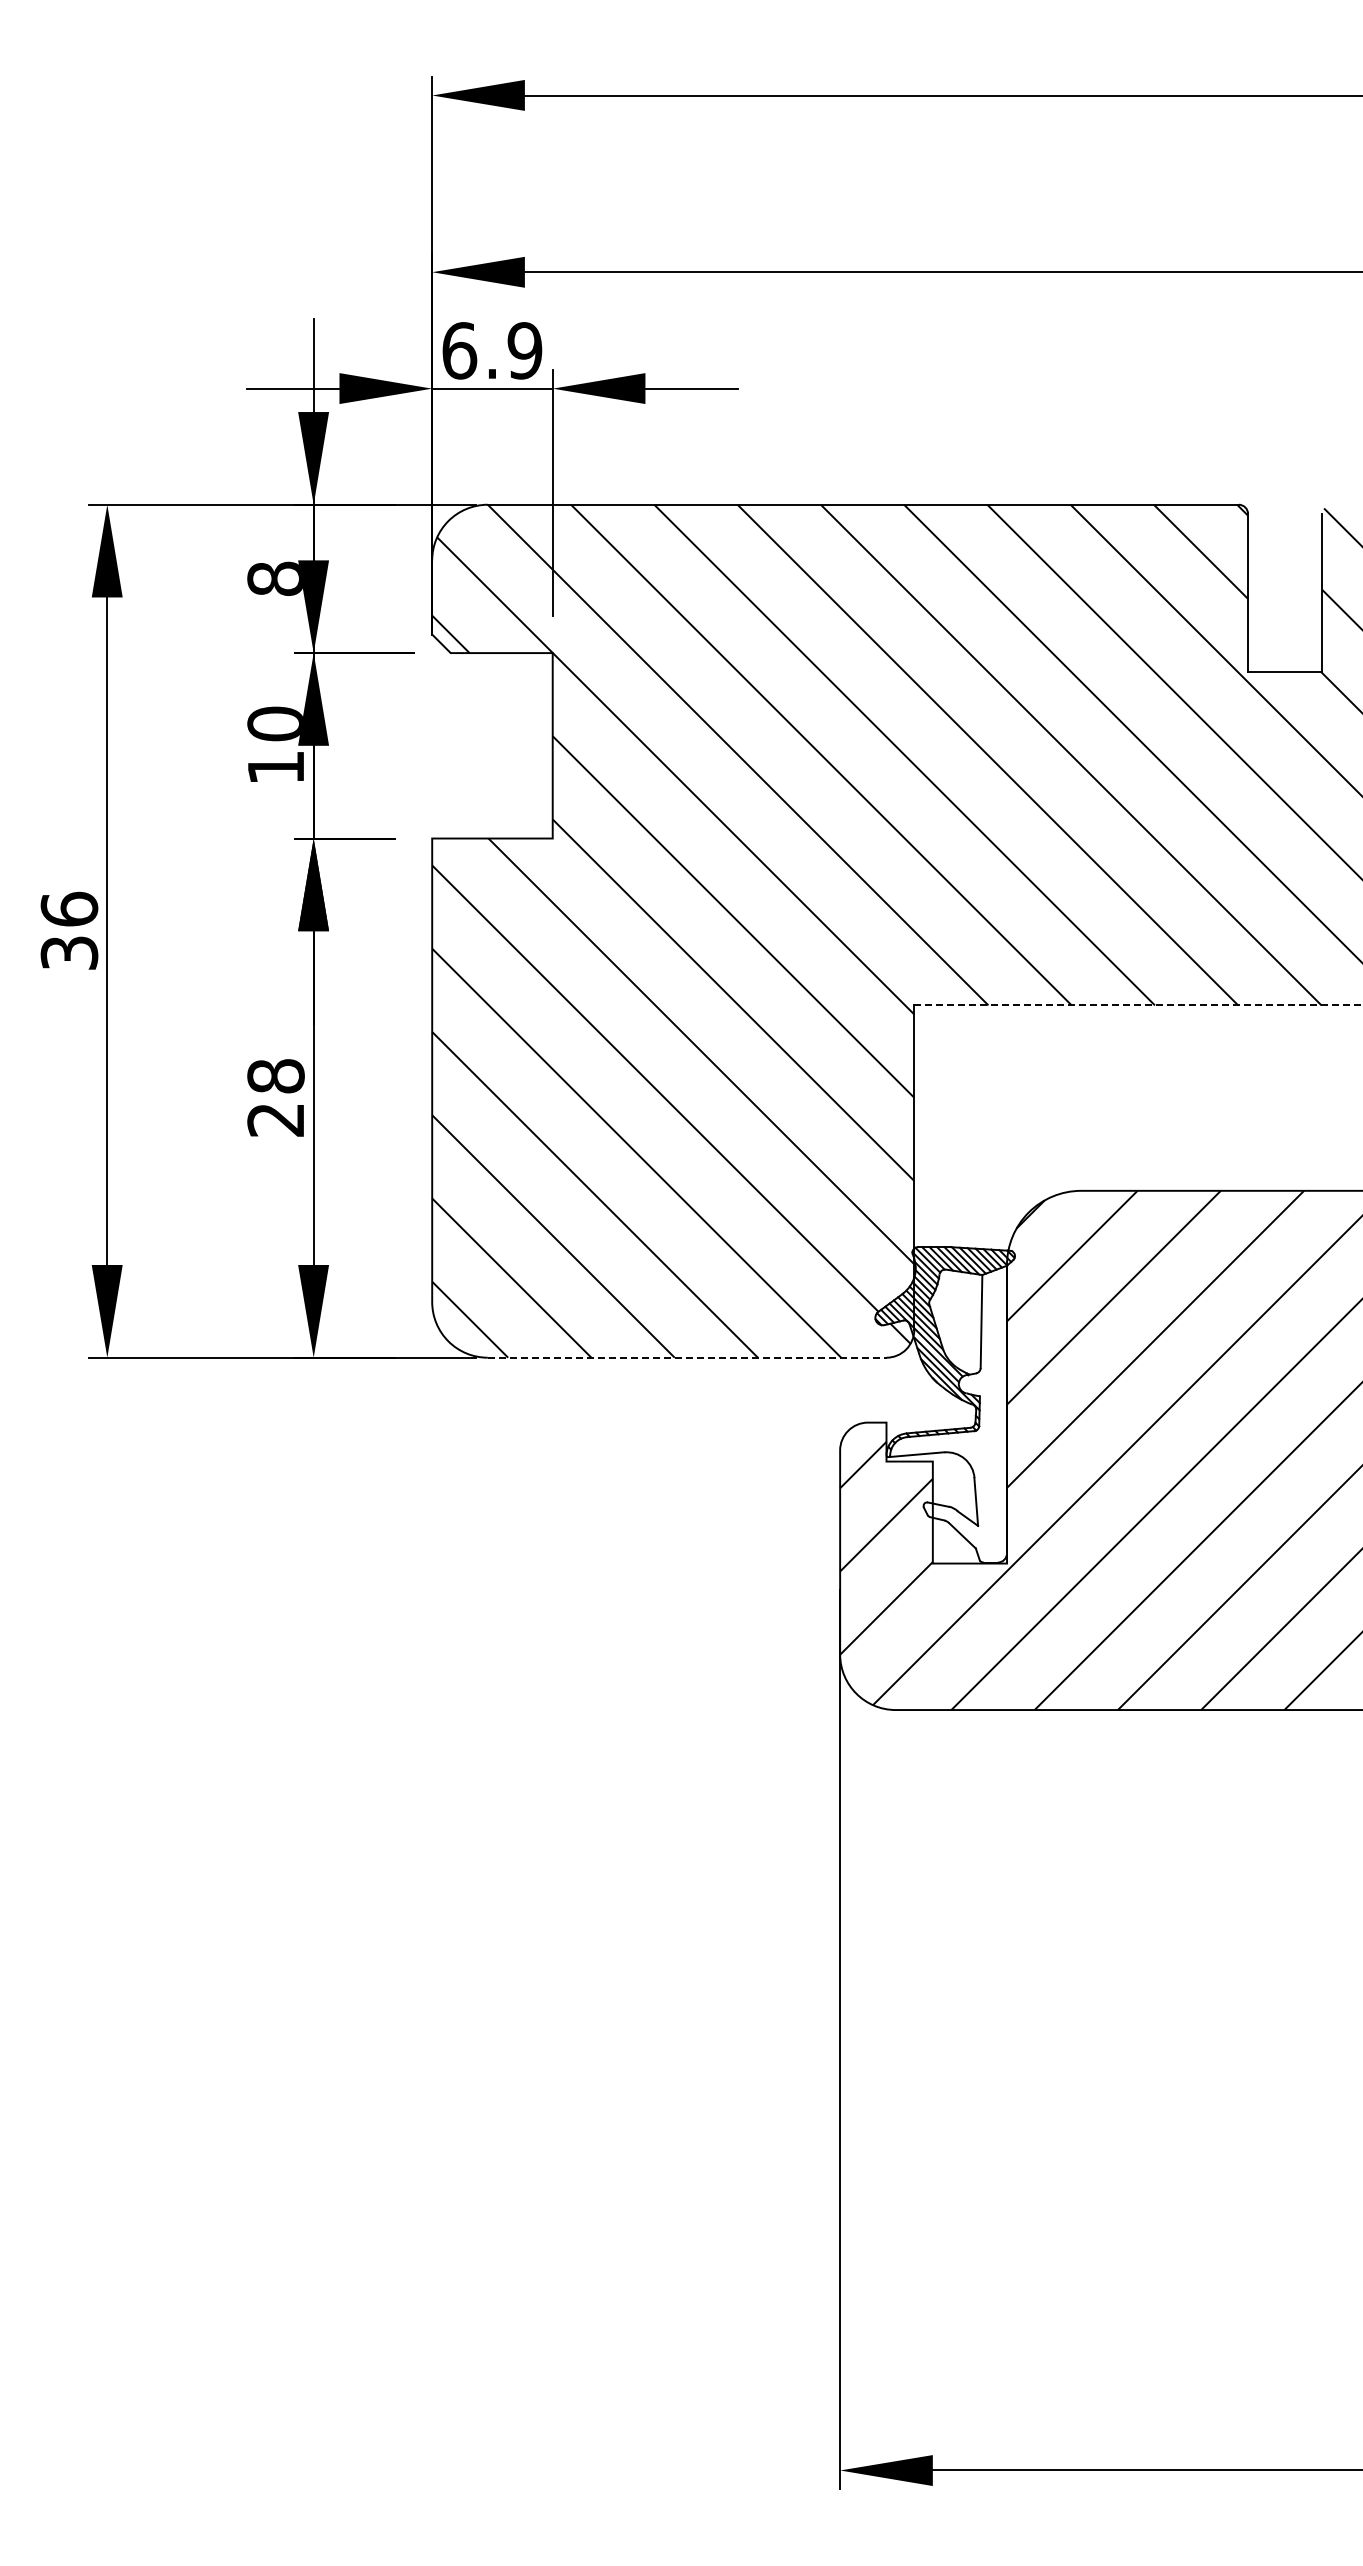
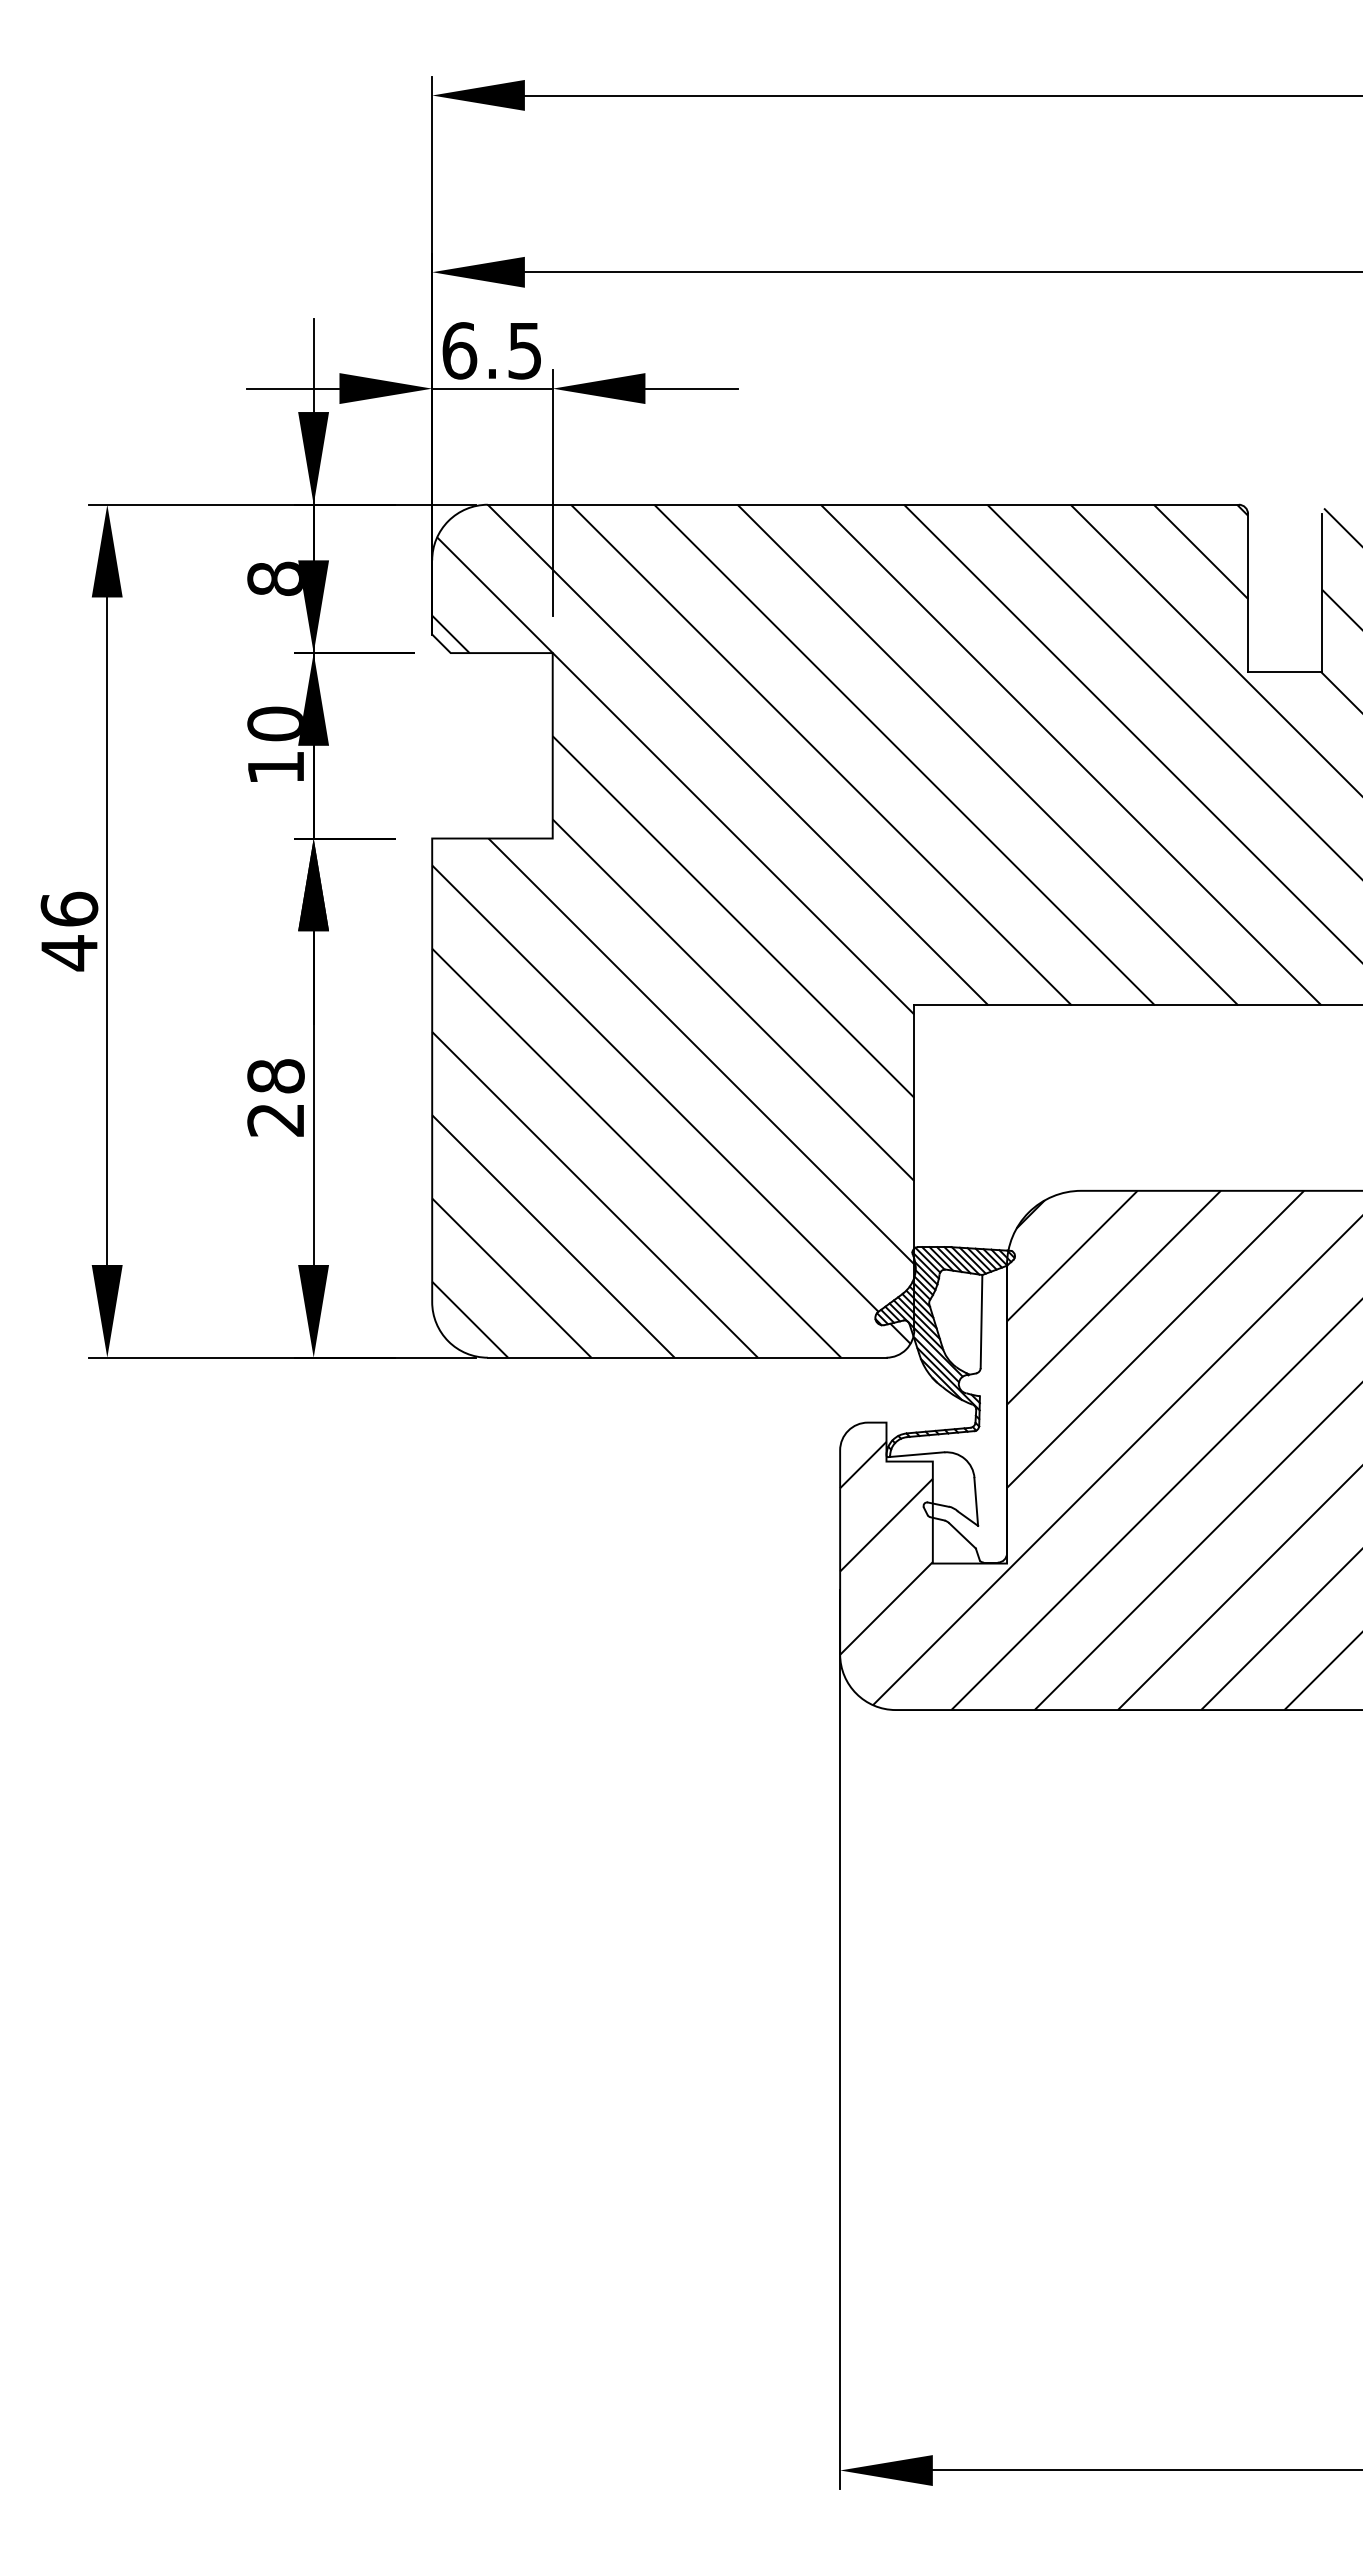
text at (524, 350): 6.9 -> 6.5
text at (69, 953): 36 -> 46
line at (1138, 1005): dashed -> solid
line at (687, 1357): dashed -> solid
